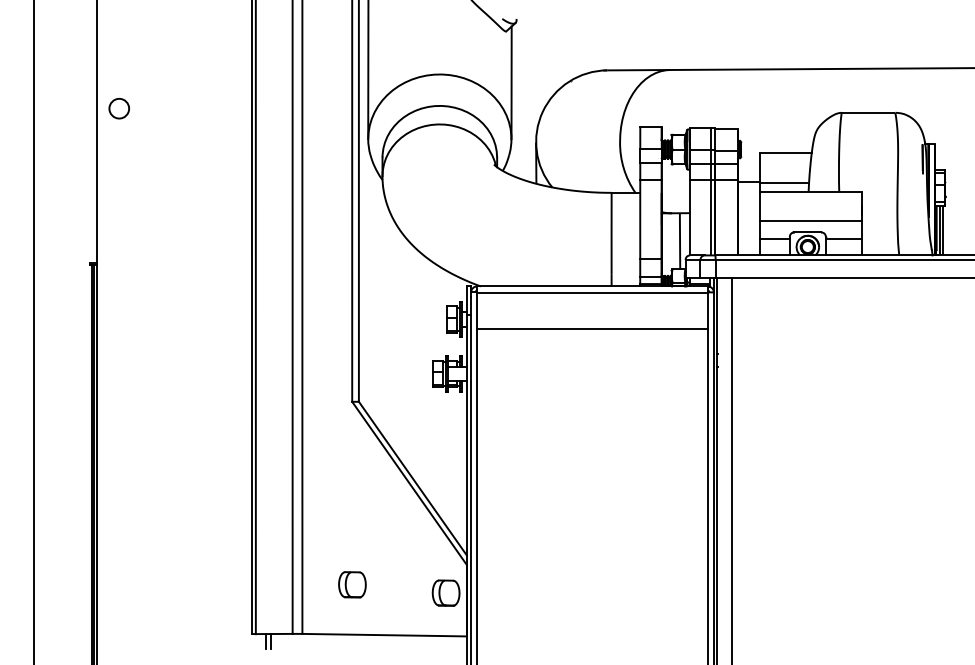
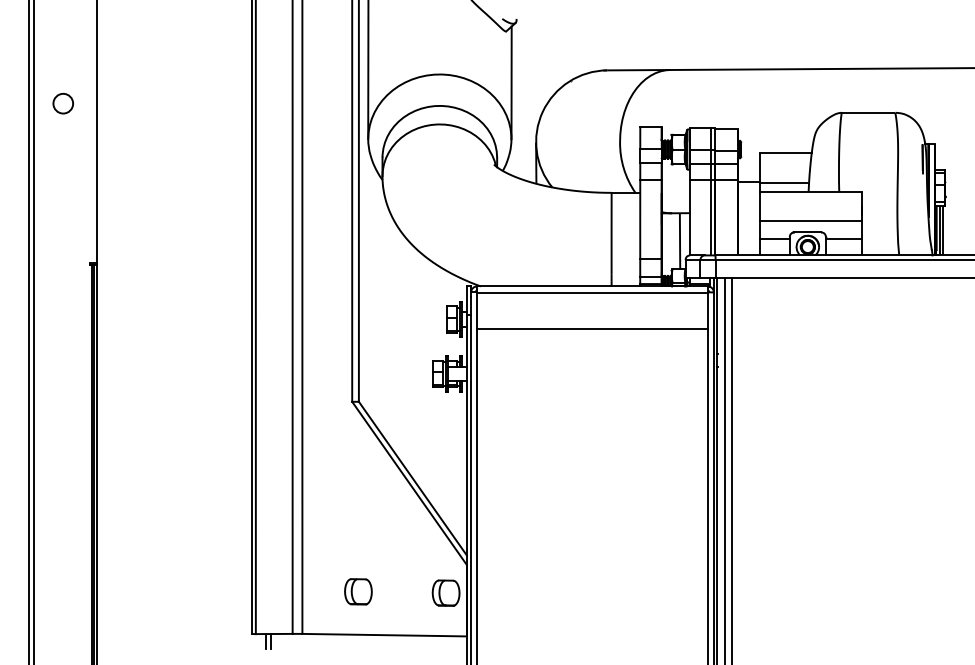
circle at (118, 108) position: (118, 108) -> (62, 103)
line at (29, 331): none -> present
line at (724, 469): none -> present
part at (352, 584) position: (352, 584) -> (358, 591)
